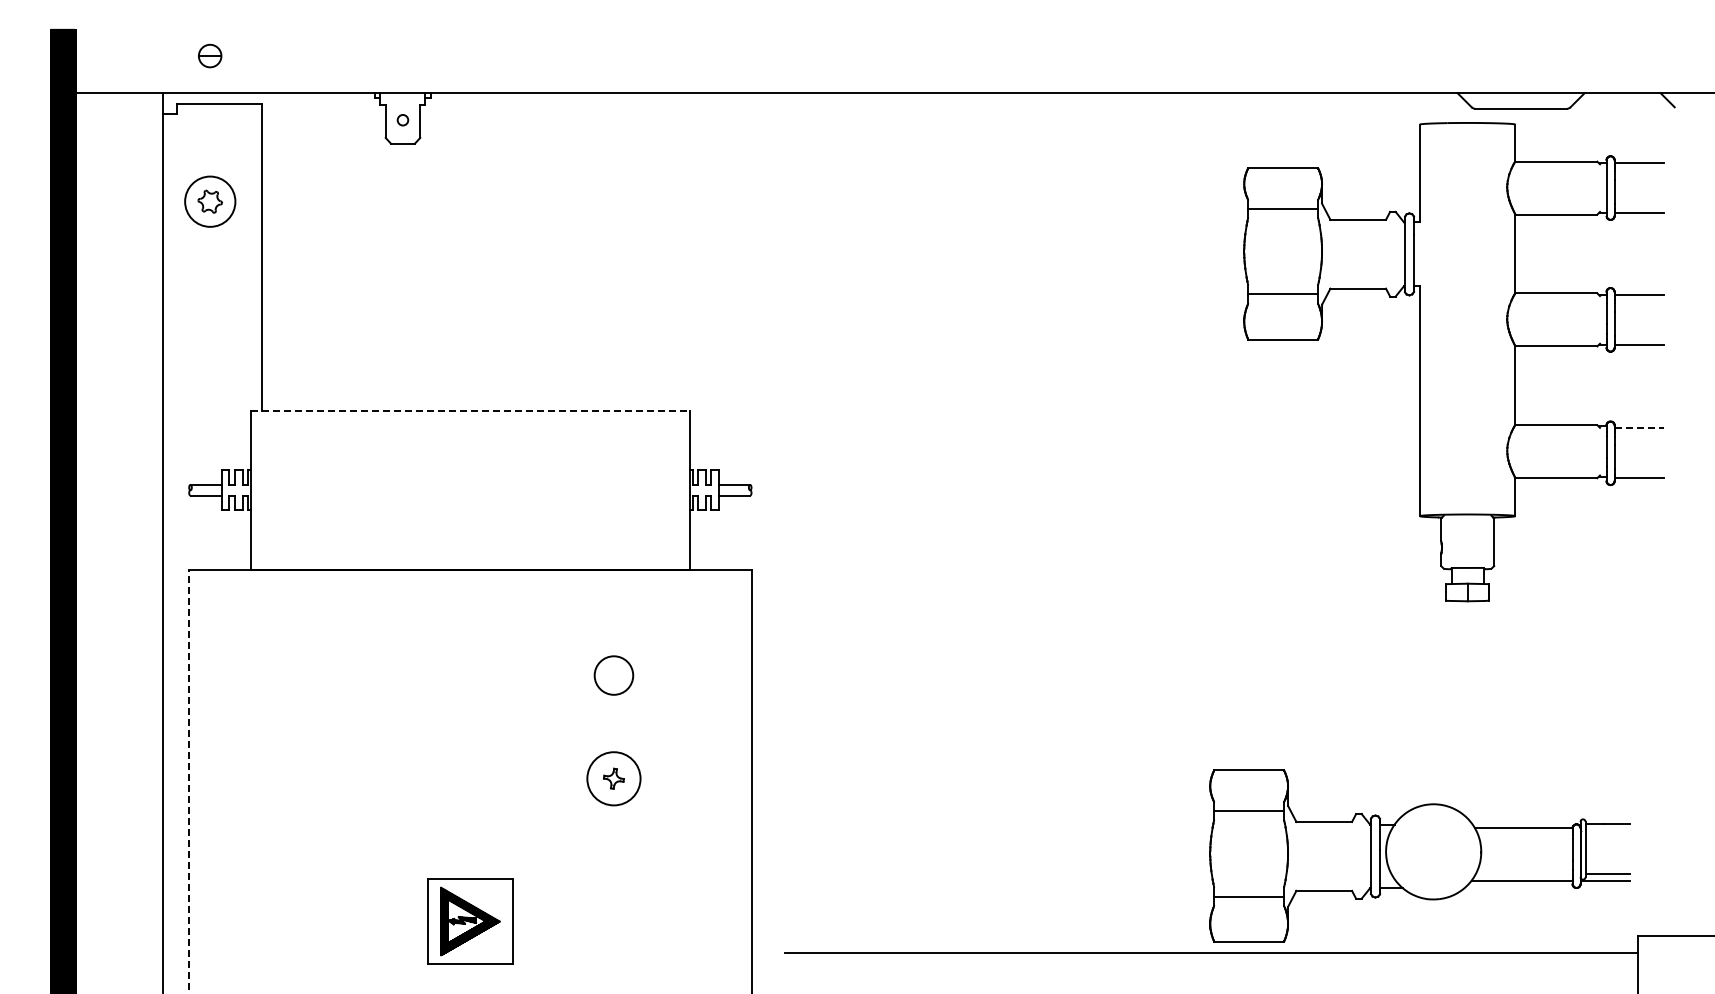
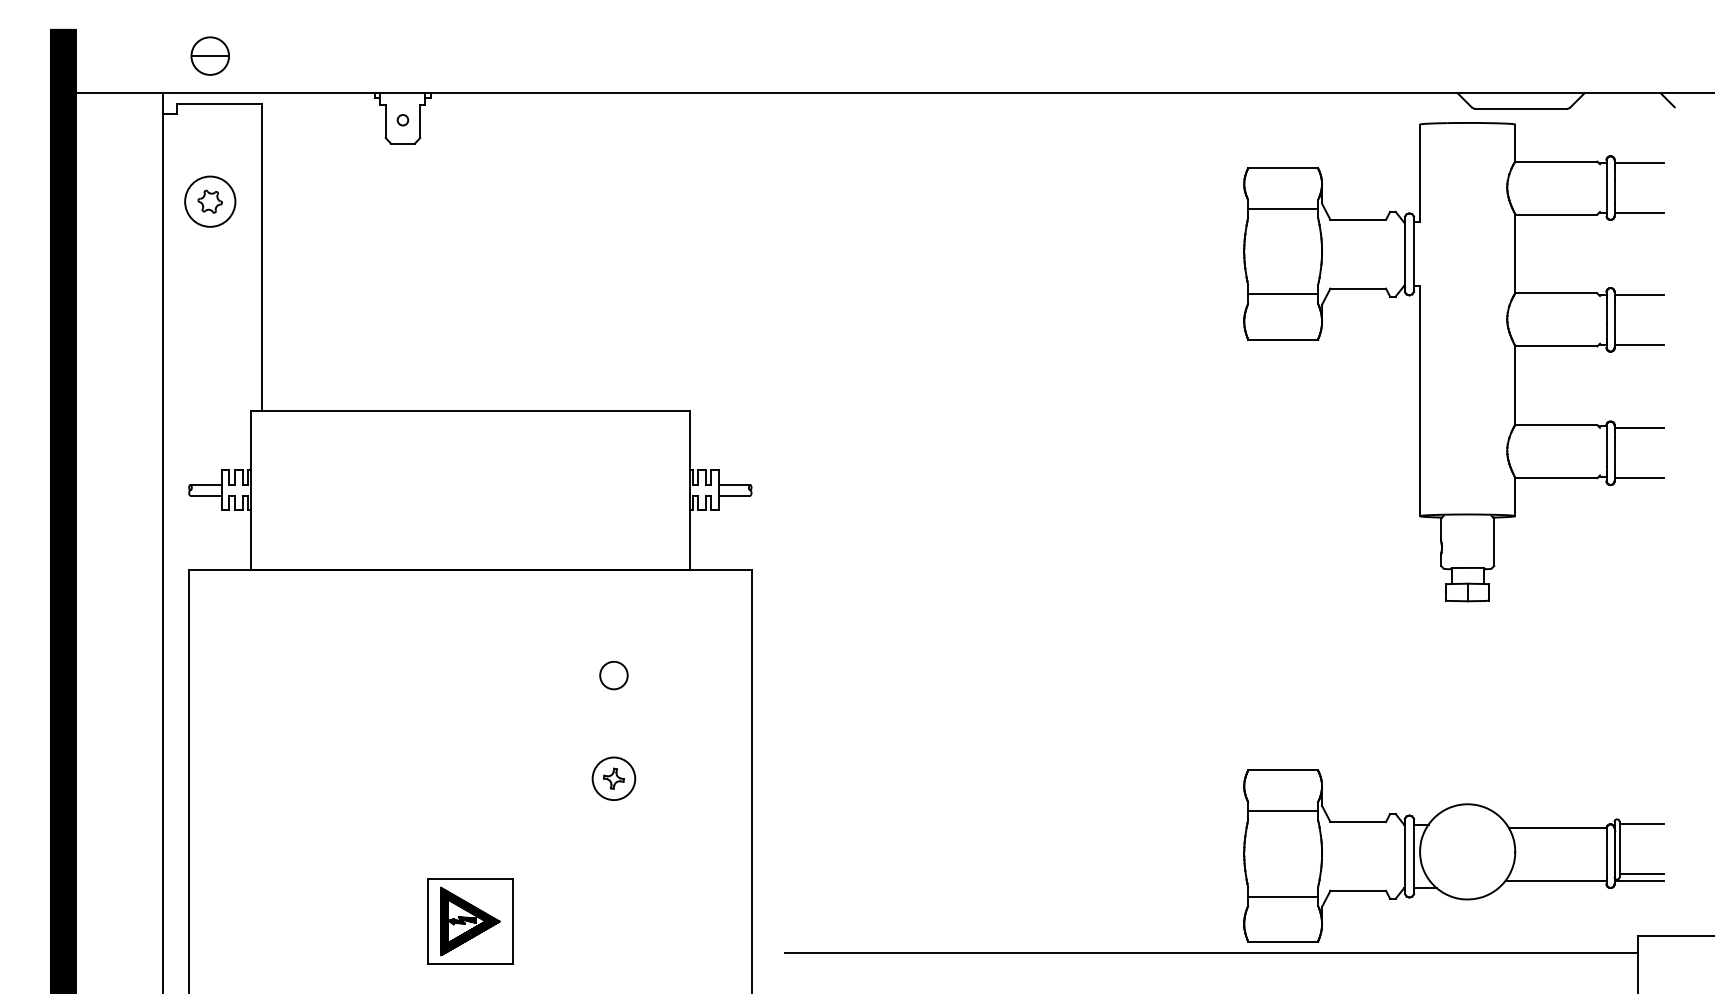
part at (210, 55) size: 25x26 px -> 40x40 px
line at (470, 410): dashed -> solid
line at (1639, 428): dashed -> solid
circle at (613, 675) diameter: 39 px -> 28 px
circle at (613, 778) diameter: 53 px -> 43 px
line at (189, 781): dashed -> solid
part at (1419, 855) position: (1419, 855) -> (1453, 855)
